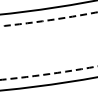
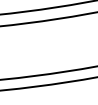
circle at (48, 19): dashed -> solid
circle at (48, 72): dashed -> solid
